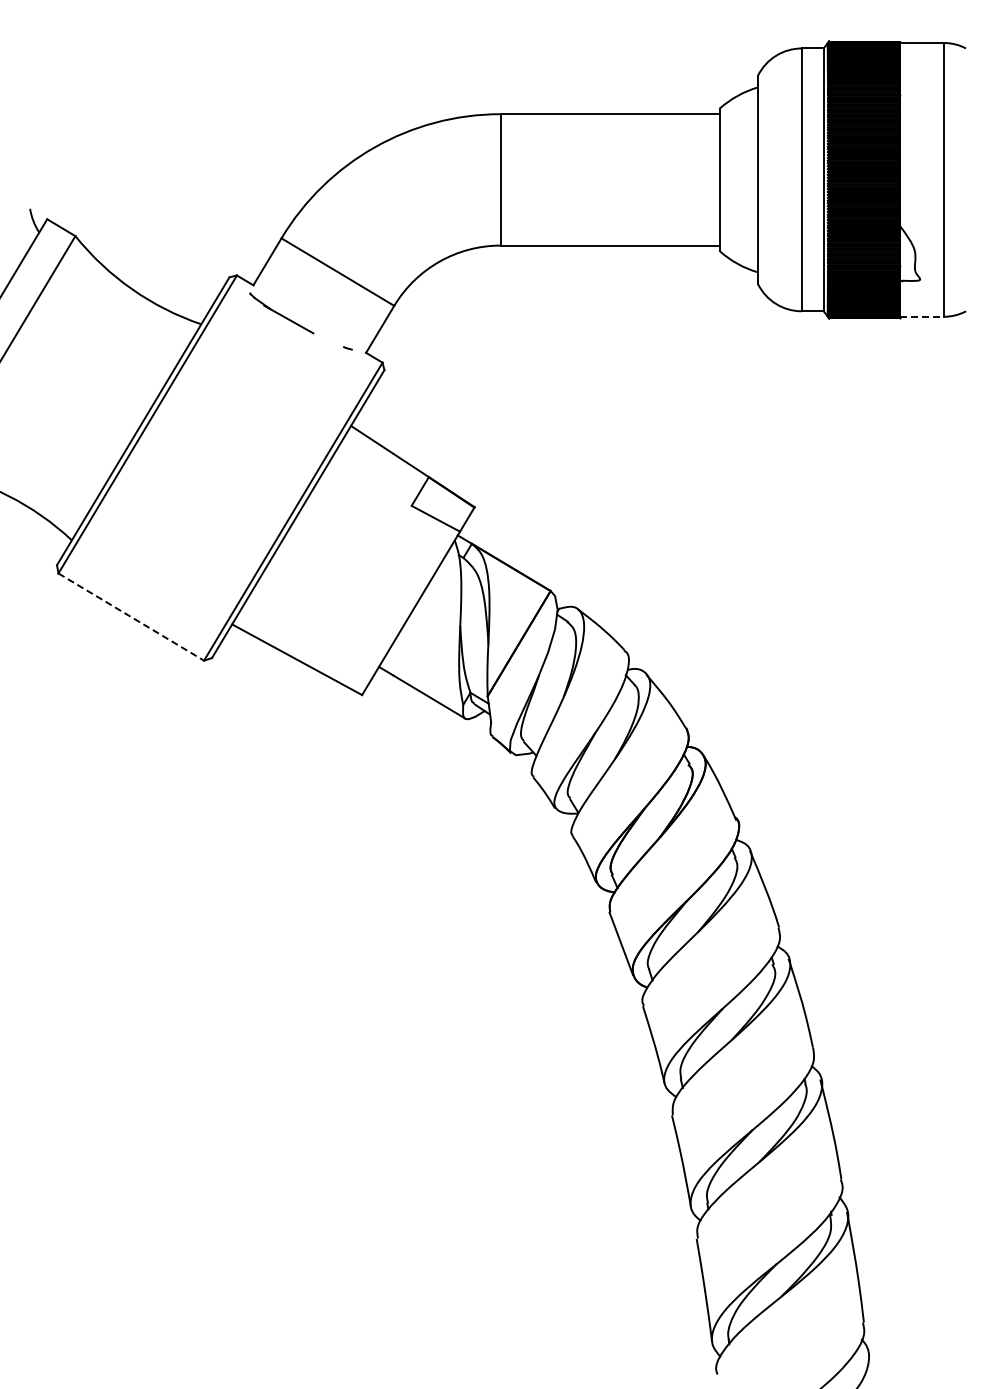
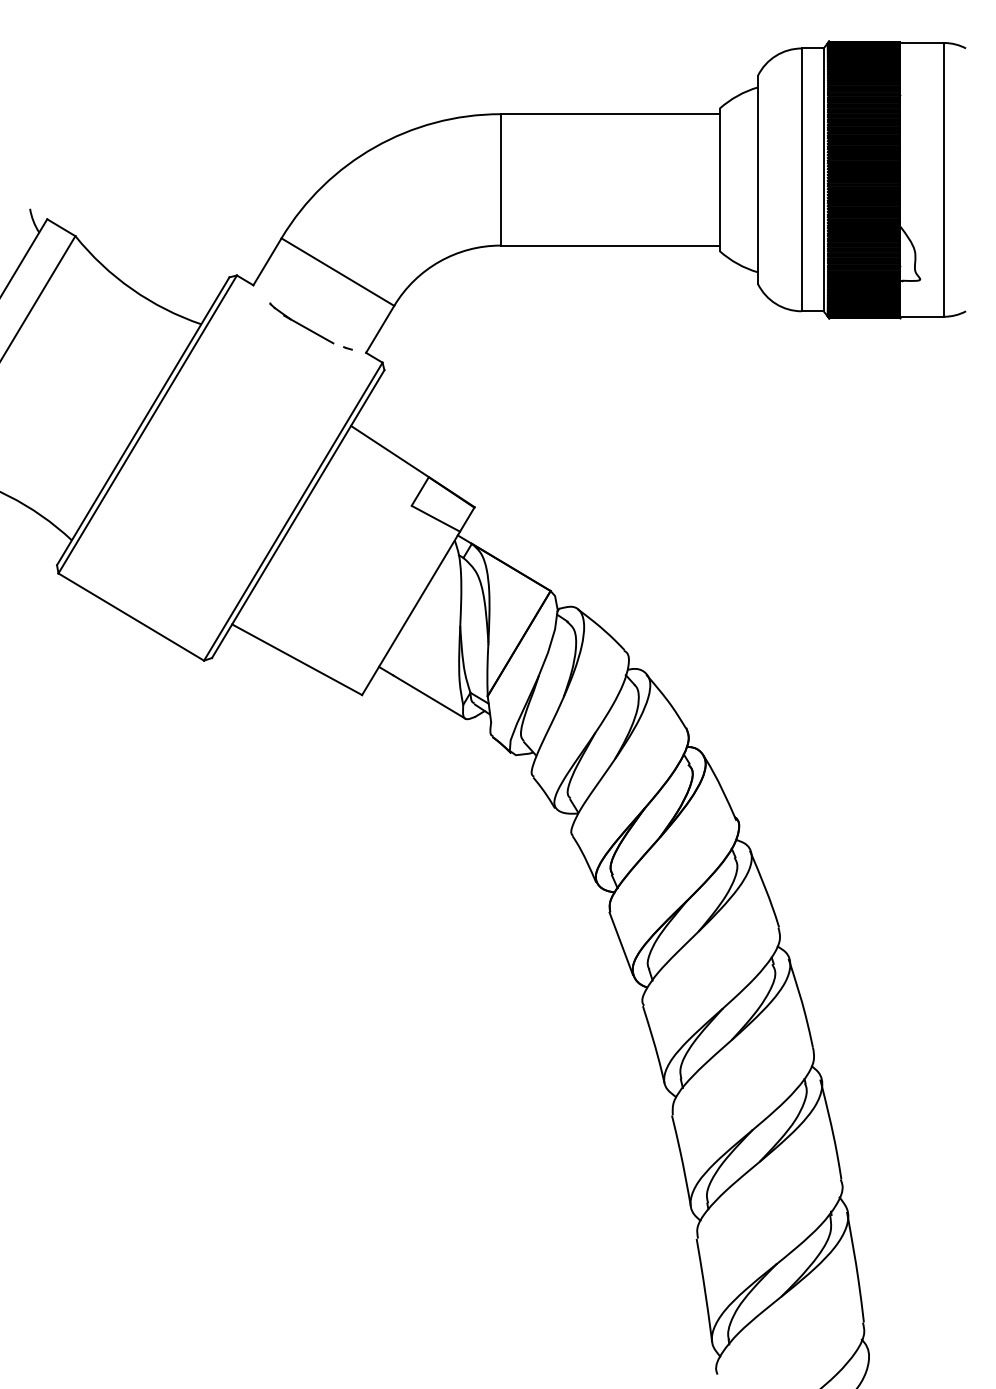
part at (281, 313) position: (281, 313) -> (301, 323)
line at (922, 316): dashed -> solid
line at (131, 617): dashed -> solid
